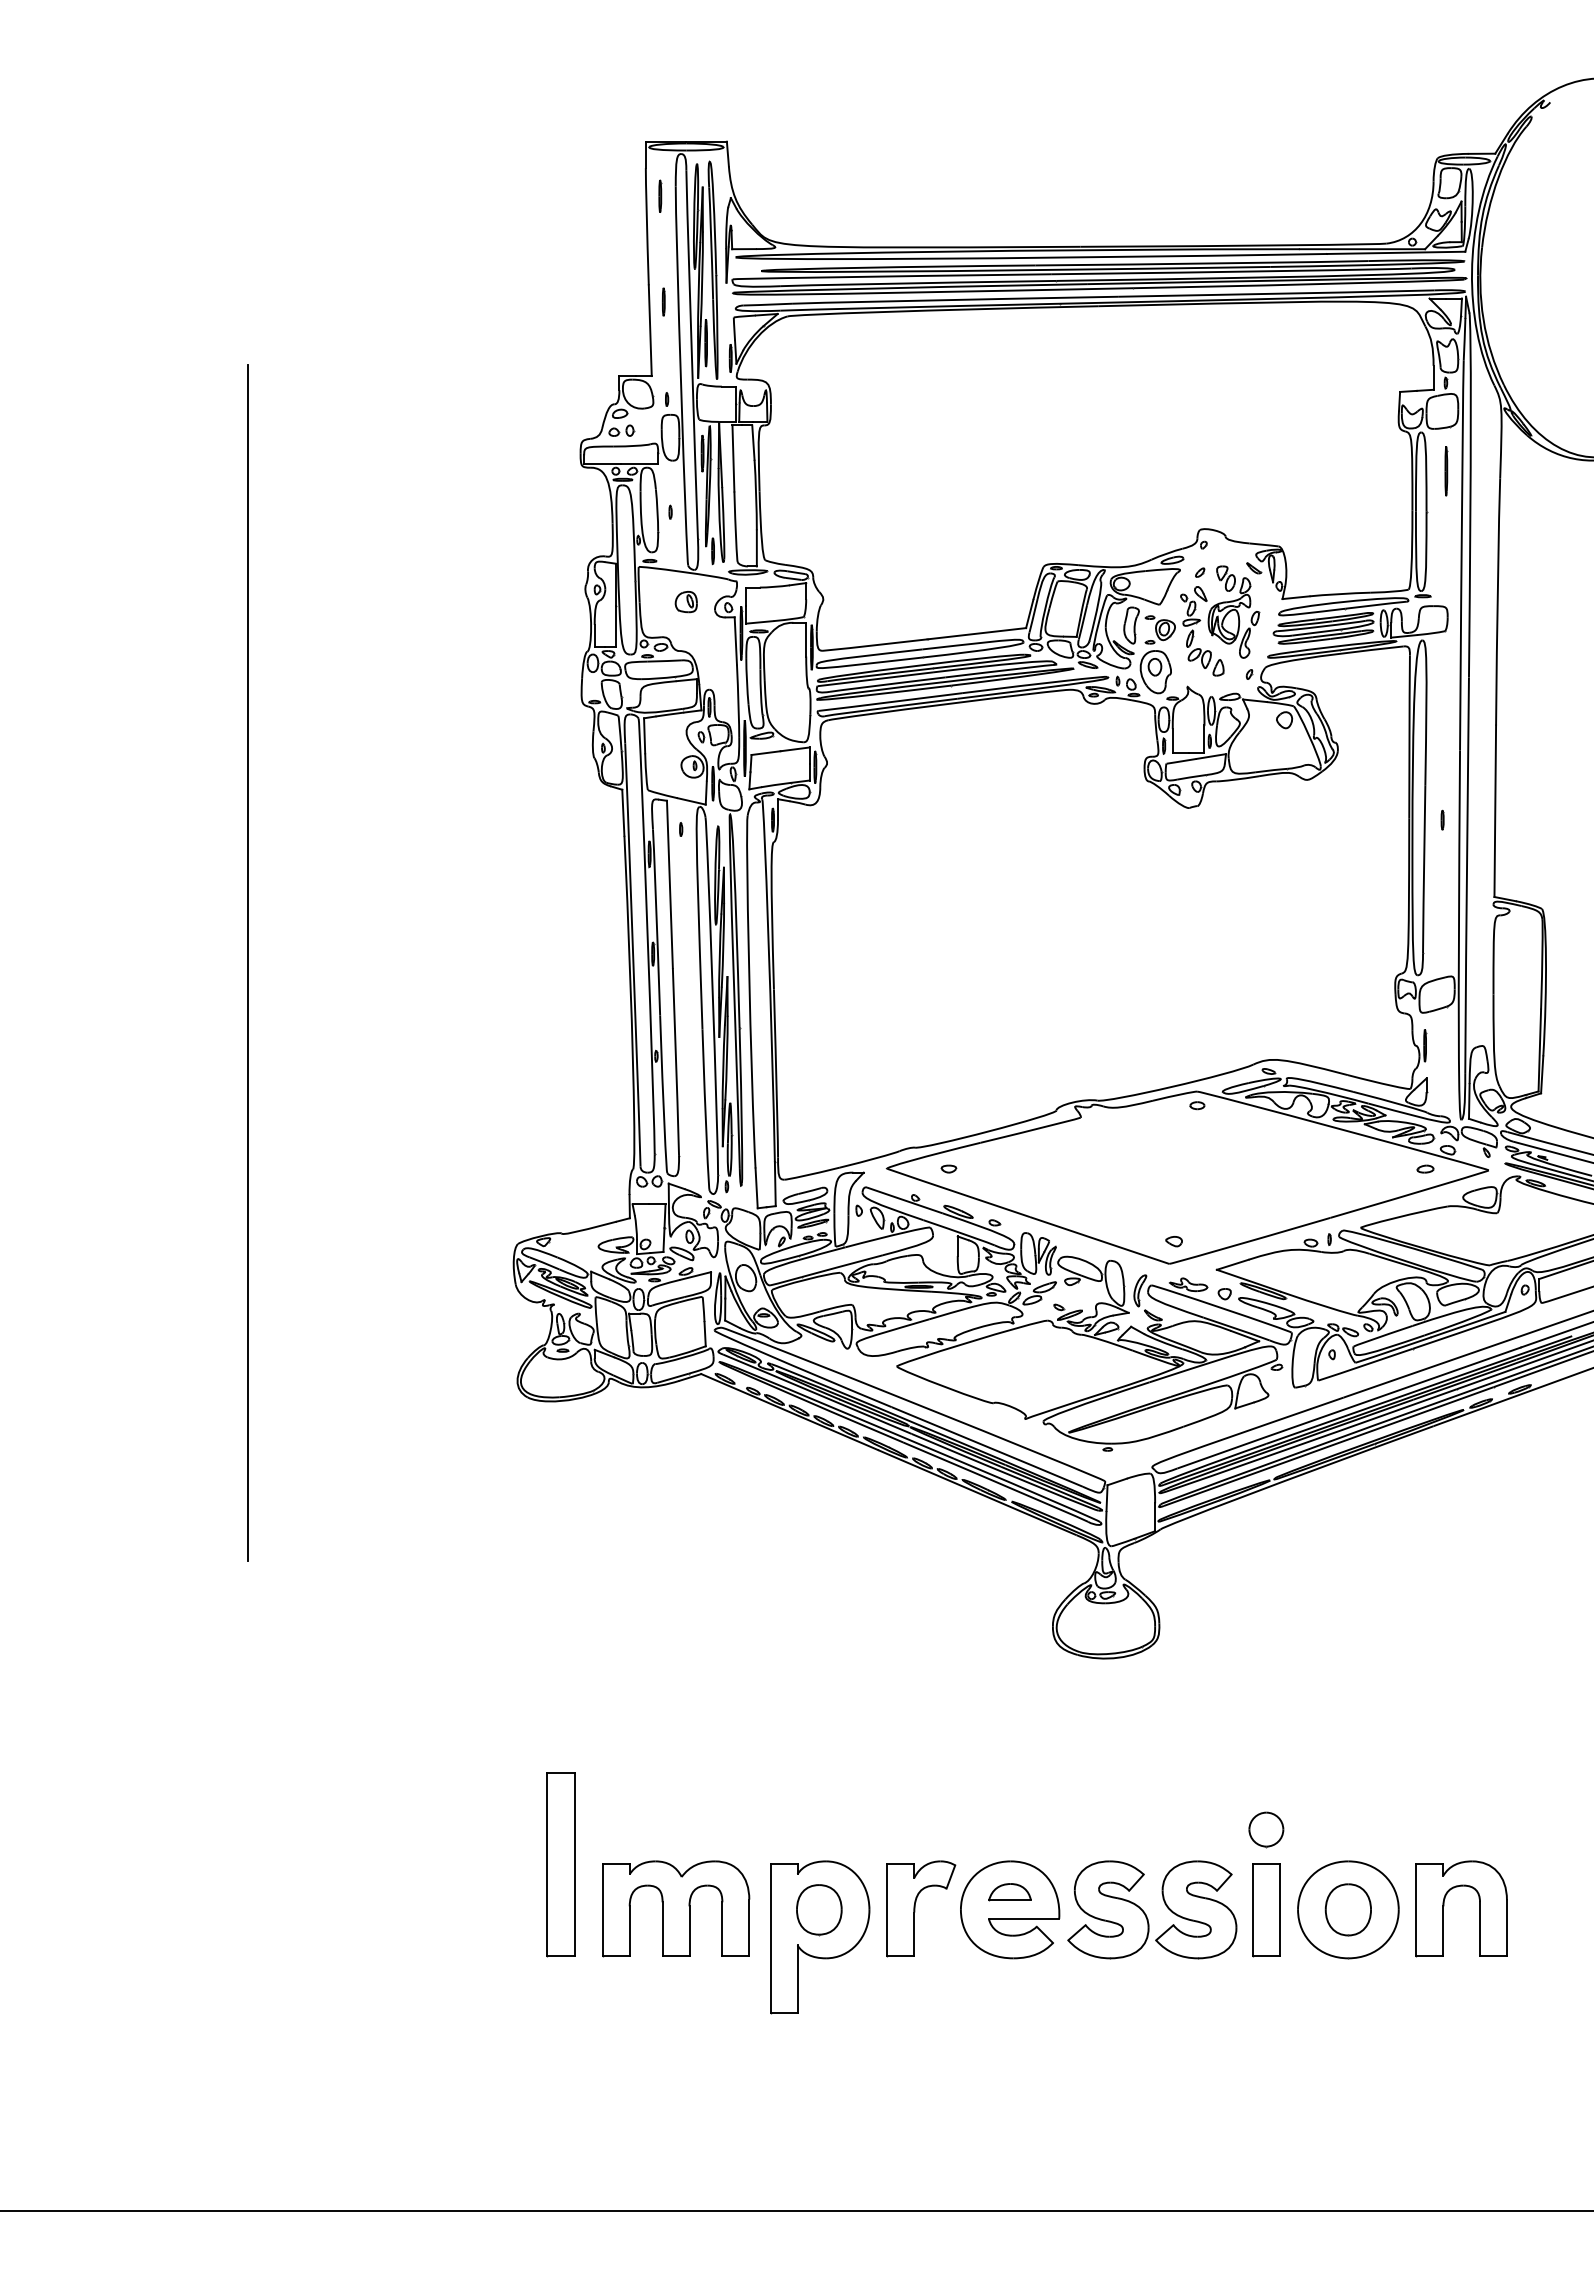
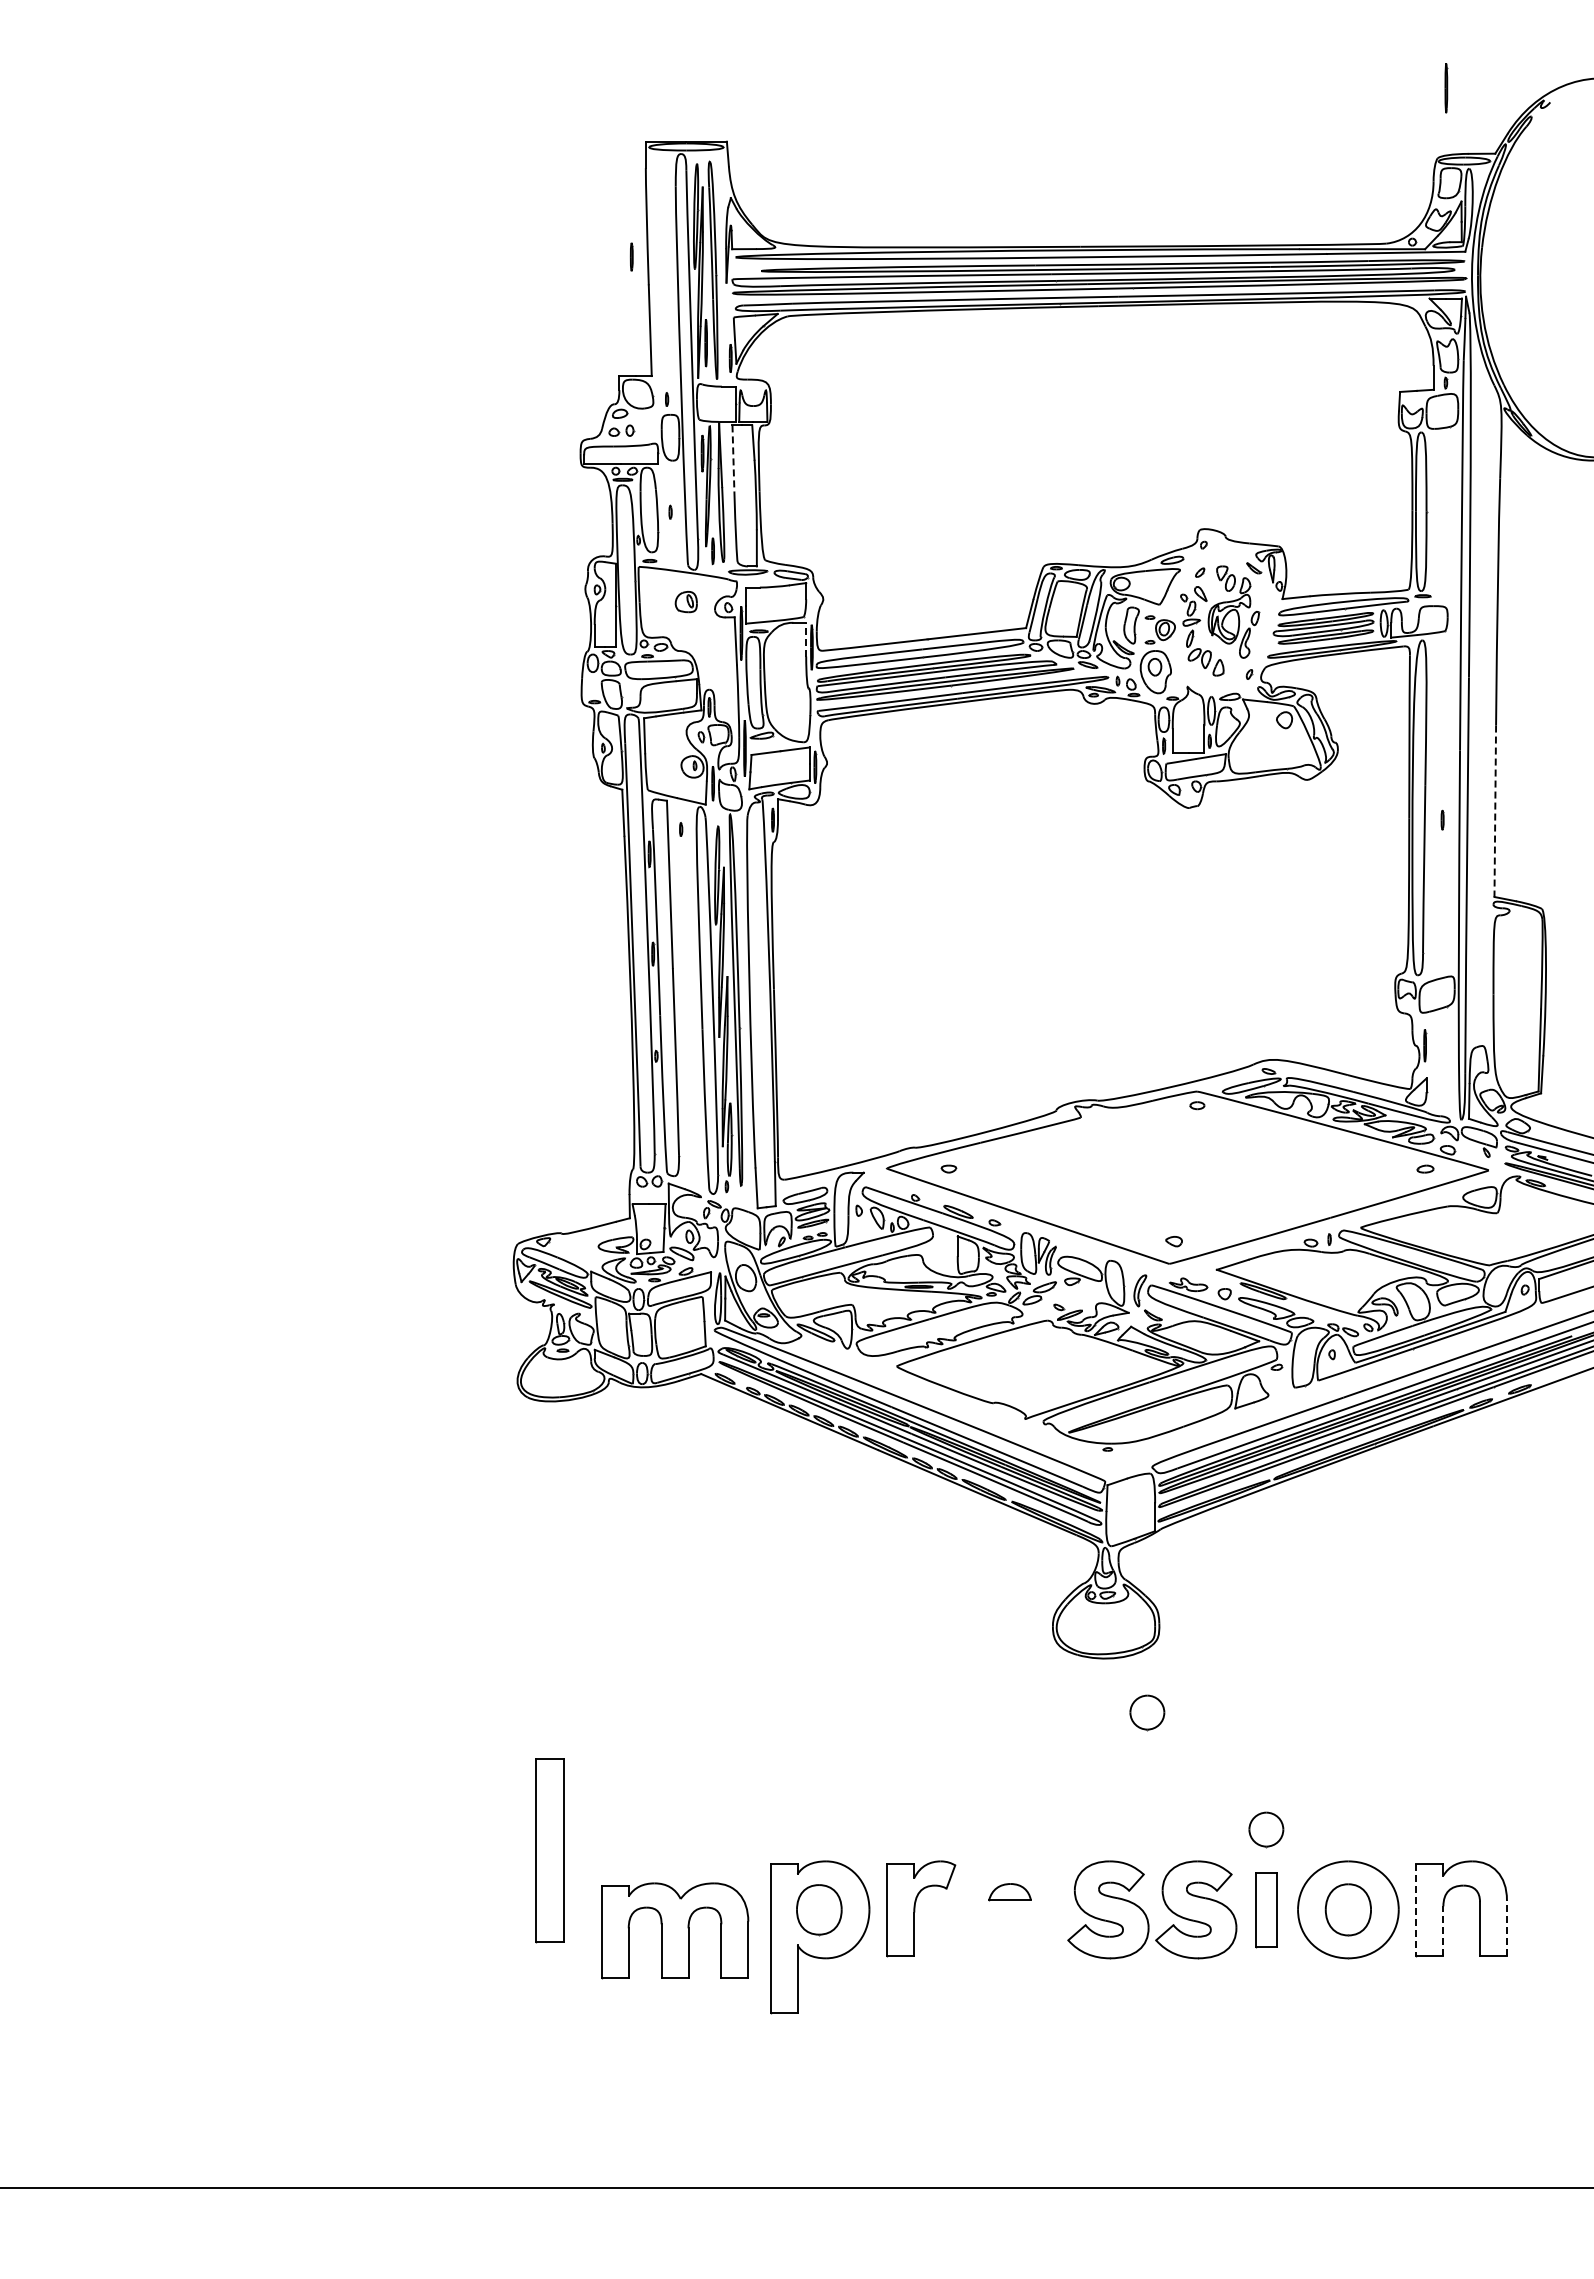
line at (660, 195): present -> none
line at (663, 301) position: (663, 301) -> (631, 256)
line at (733, 458): solid -> dashed
line at (1446, 471) position: (1446, 471) -> (1446, 88)
line at (806, 639): solid -> dashed
line at (1495, 811): solid -> dashed
line at (247, 963): present -> none
part at (1147, 1712): none -> present
part at (560, 1864) position: (560, 1864) -> (549, 1850)
part at (676, 1908) position: (676, 1908) -> (675, 1930)
part at (1010, 1909): present -> none
part at (1266, 1910) size: 29x95 px -> 23x77 px
line at (1416, 1910): solid -> dashed
line at (1506, 1928): solid -> dashed
line at (1443, 1931): solid -> dashed
line at (796, 2210) position: (796, 2210) -> (796, 2187)
